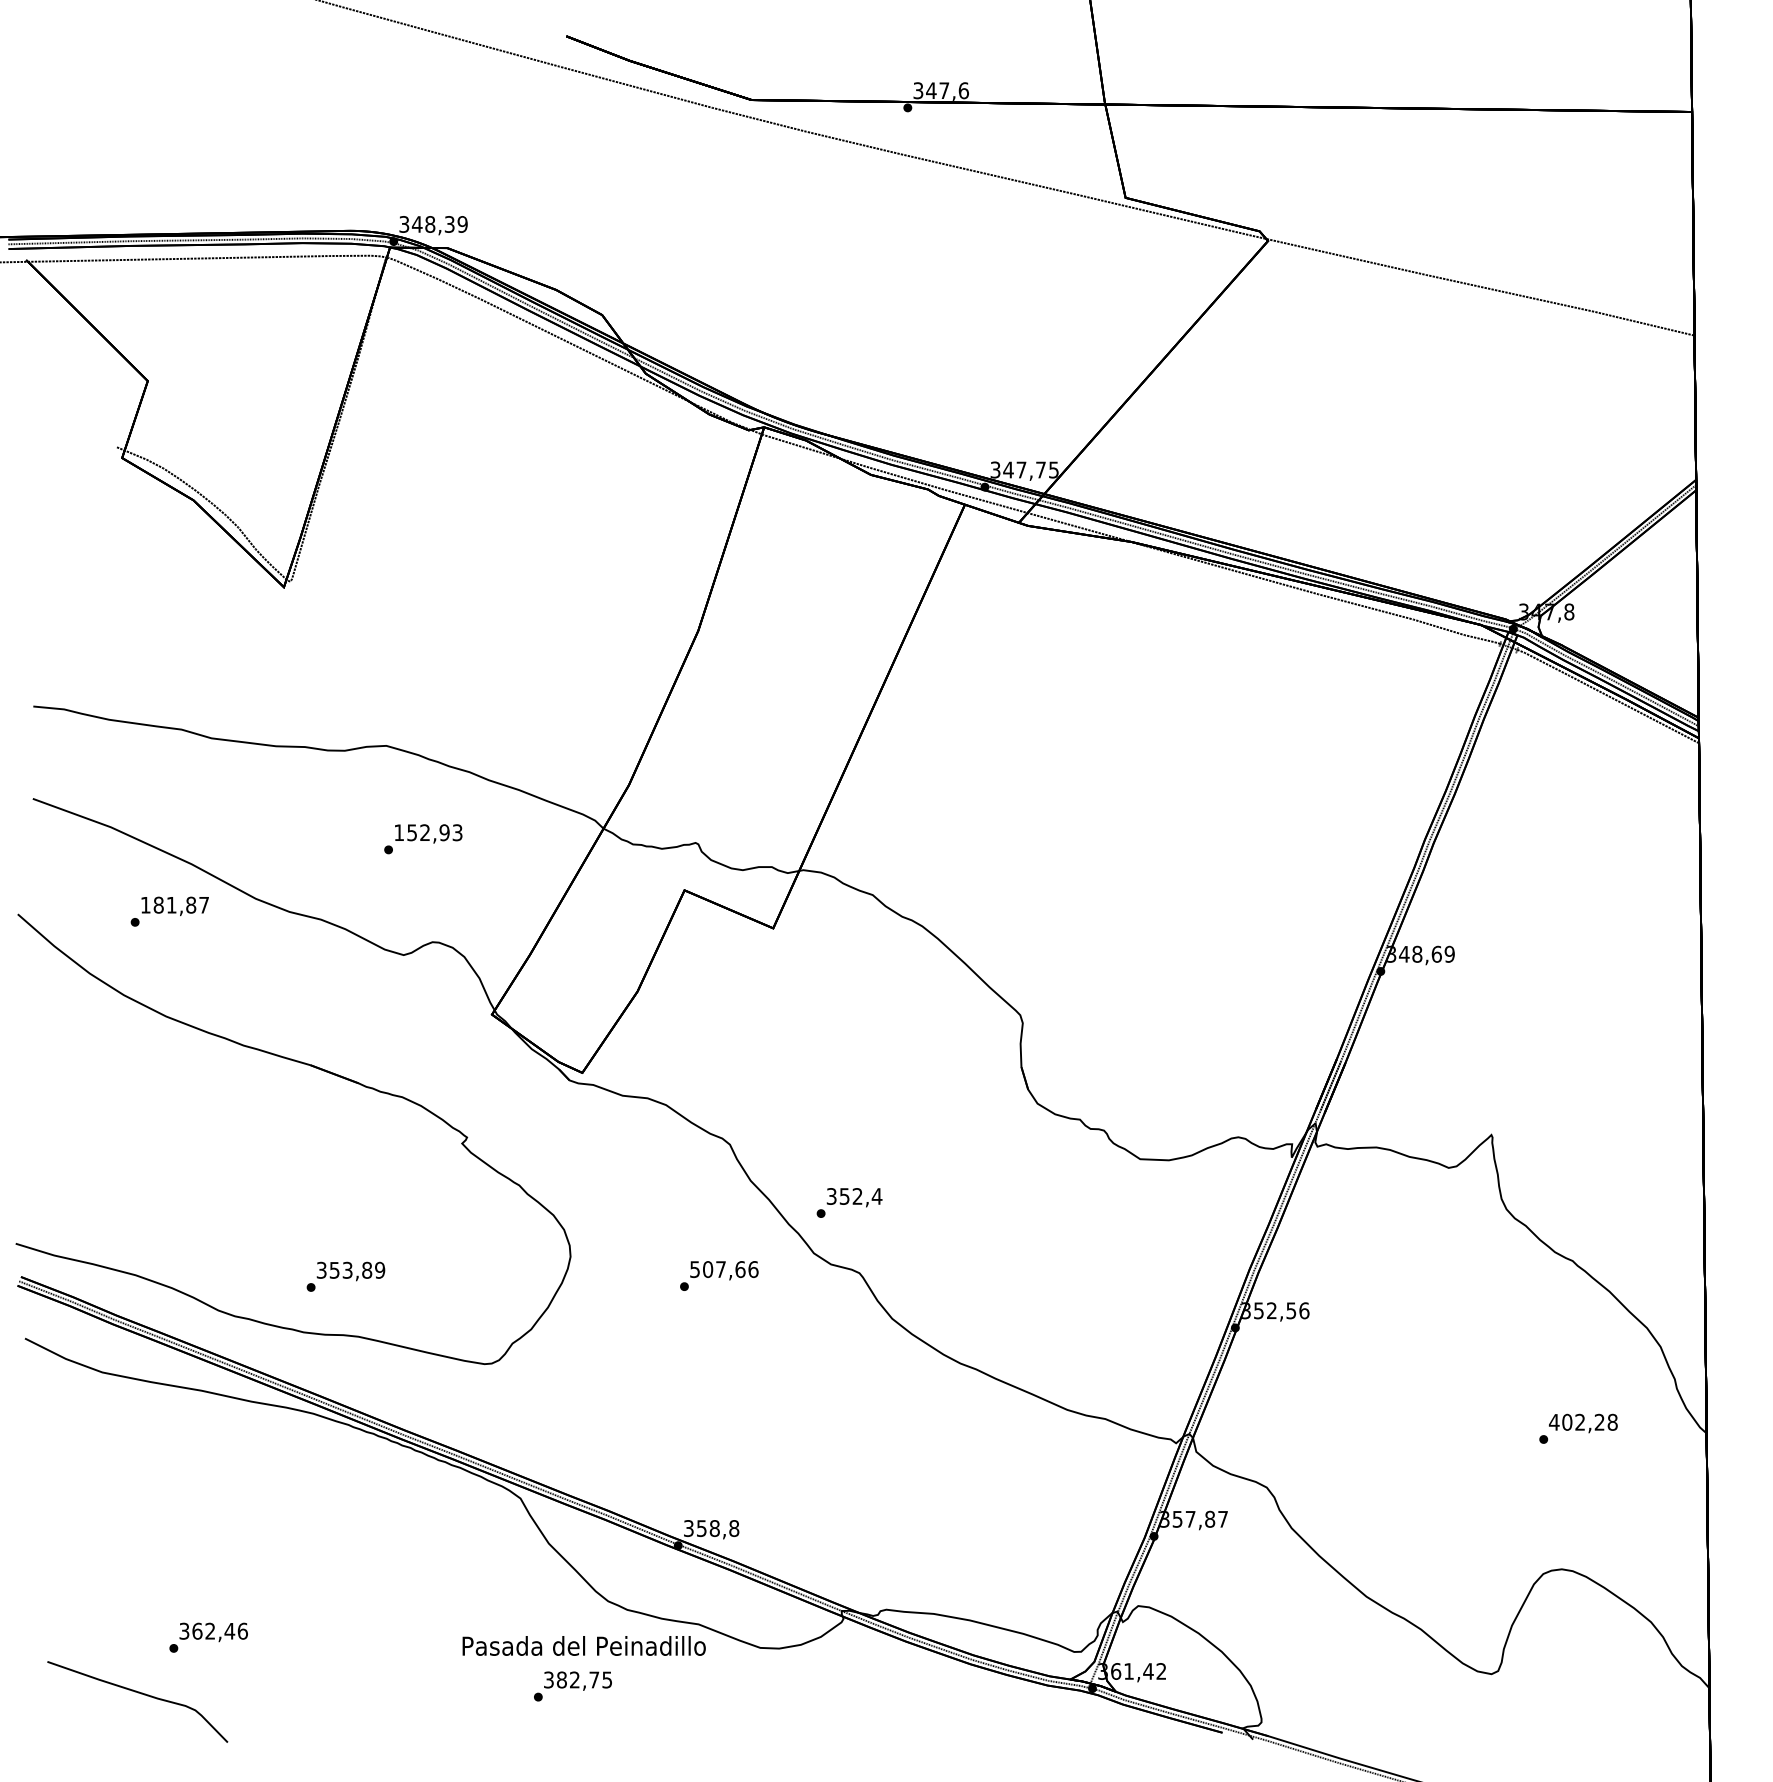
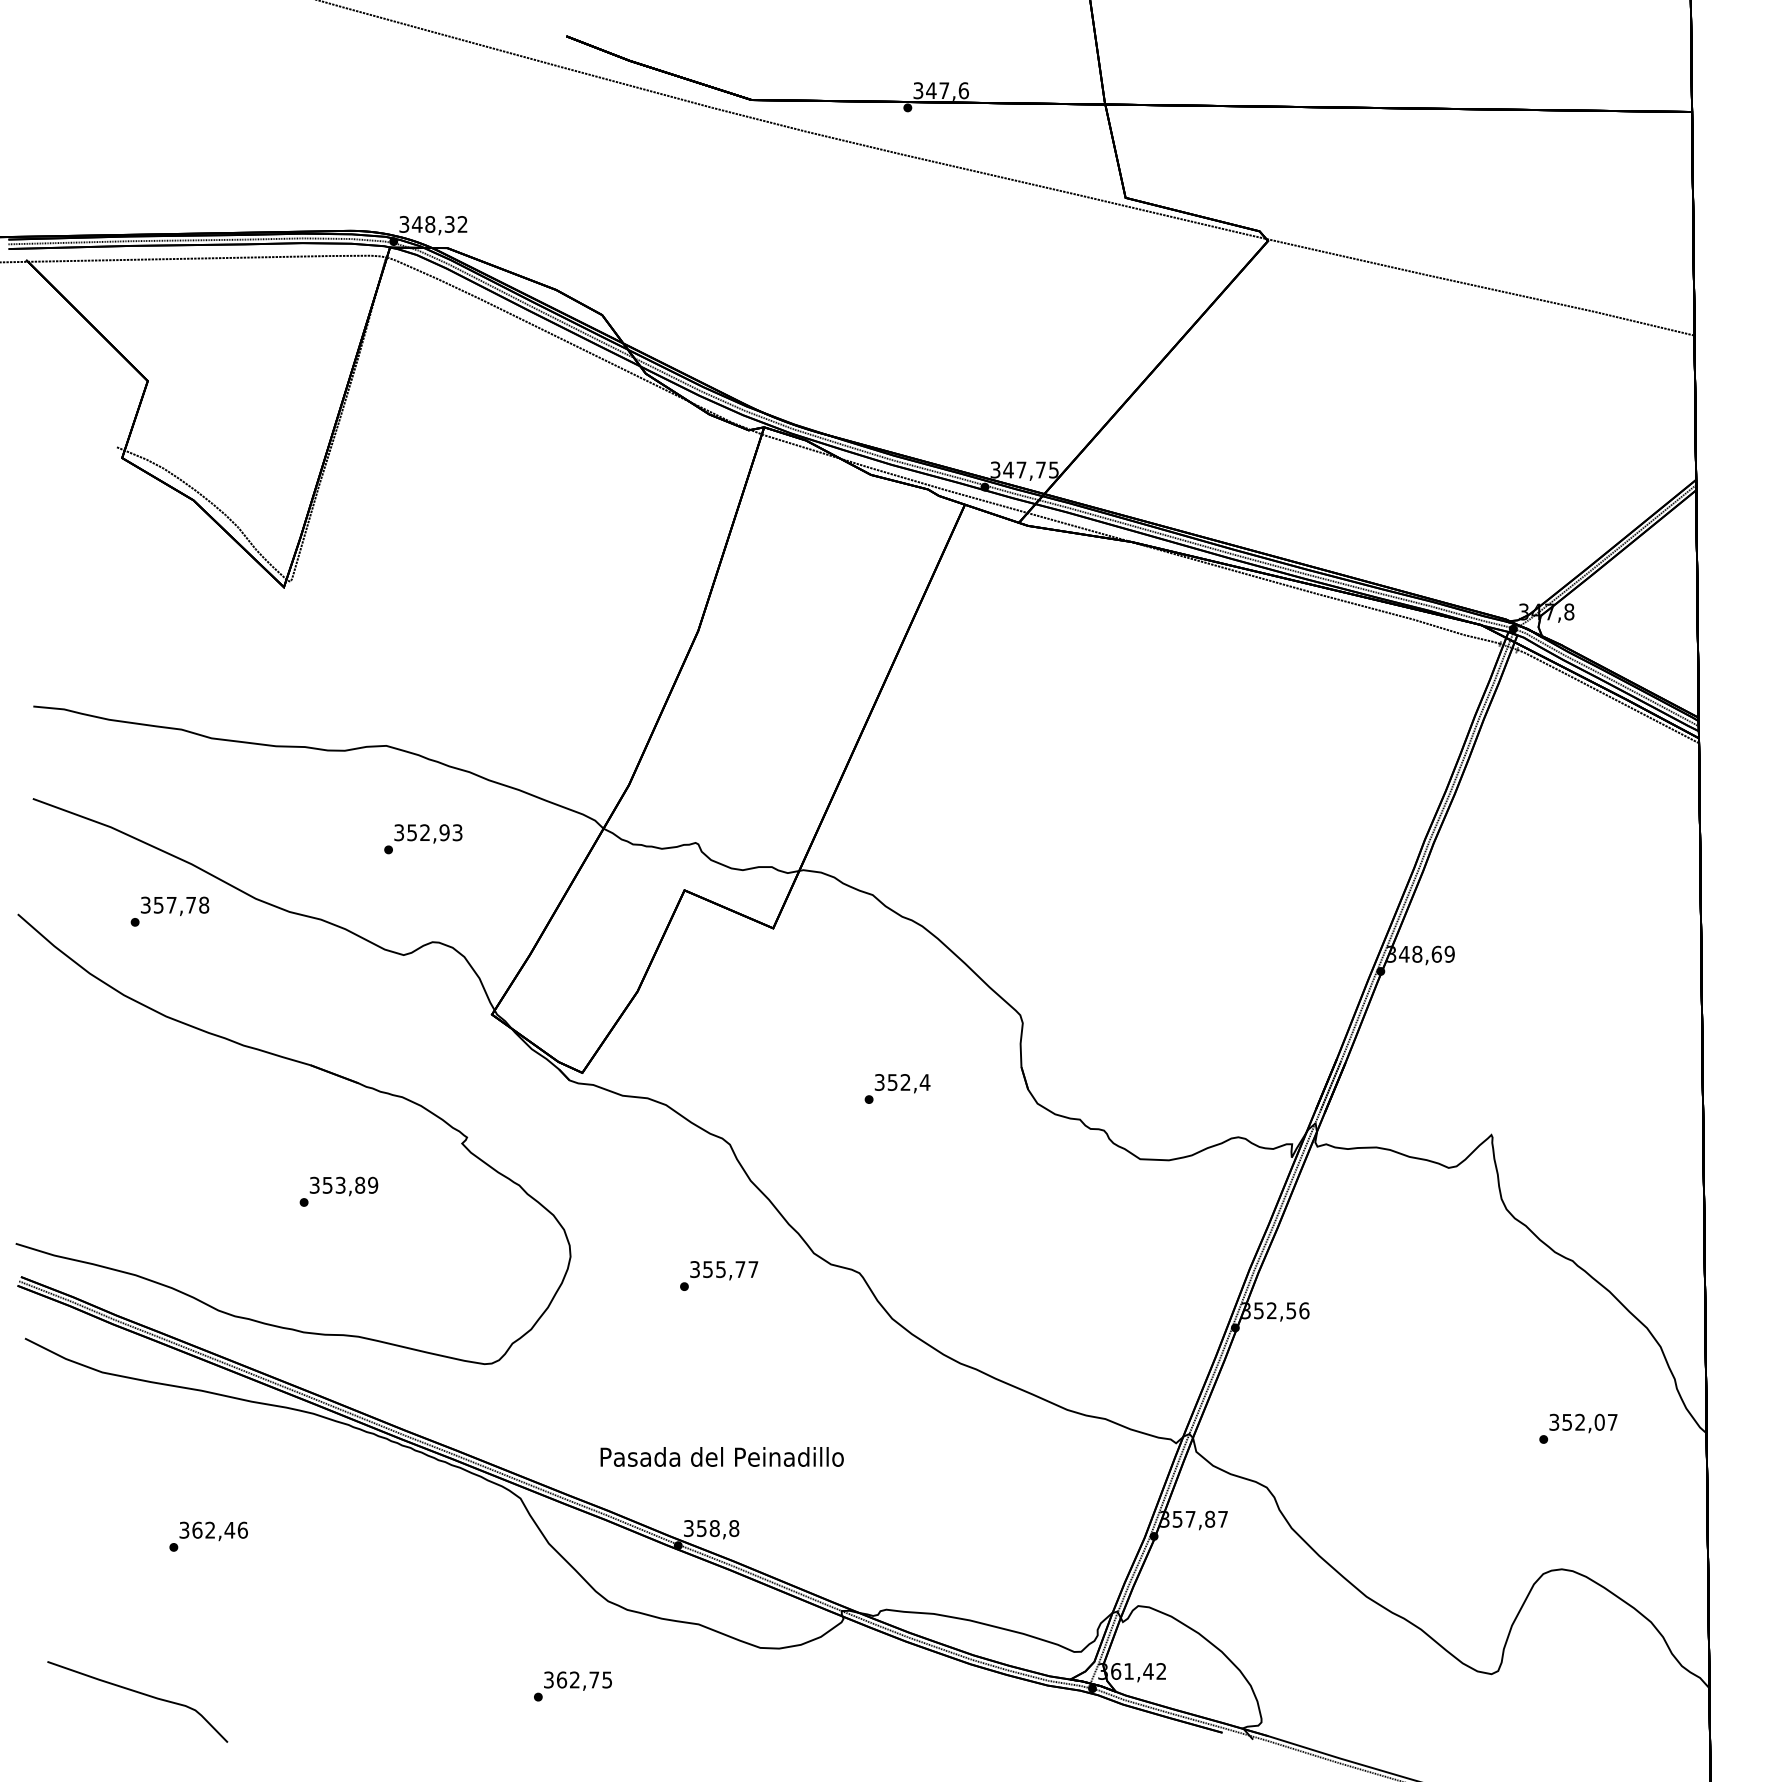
text at (462, 224): 348,39 -> 348,32
text at (399, 832): 152,93 -> 352,93
text at (174, 904): 181,87 -> 357,78
text at (849, 1202) position: (849, 1202) -> (897, 1088)
text at (724, 1269): 507,66 -> 355,77
text at (345, 1276) position: (345, 1276) -> (338, 1191)
text at (1582, 1421): 402,28 -> 352,07
text at (208, 1637) position: (208, 1637) -> (208, 1536)
text at (583, 1645) position: (583, 1645) -> (721, 1456)
text at (561, 1679): 382,75 -> 362,75
